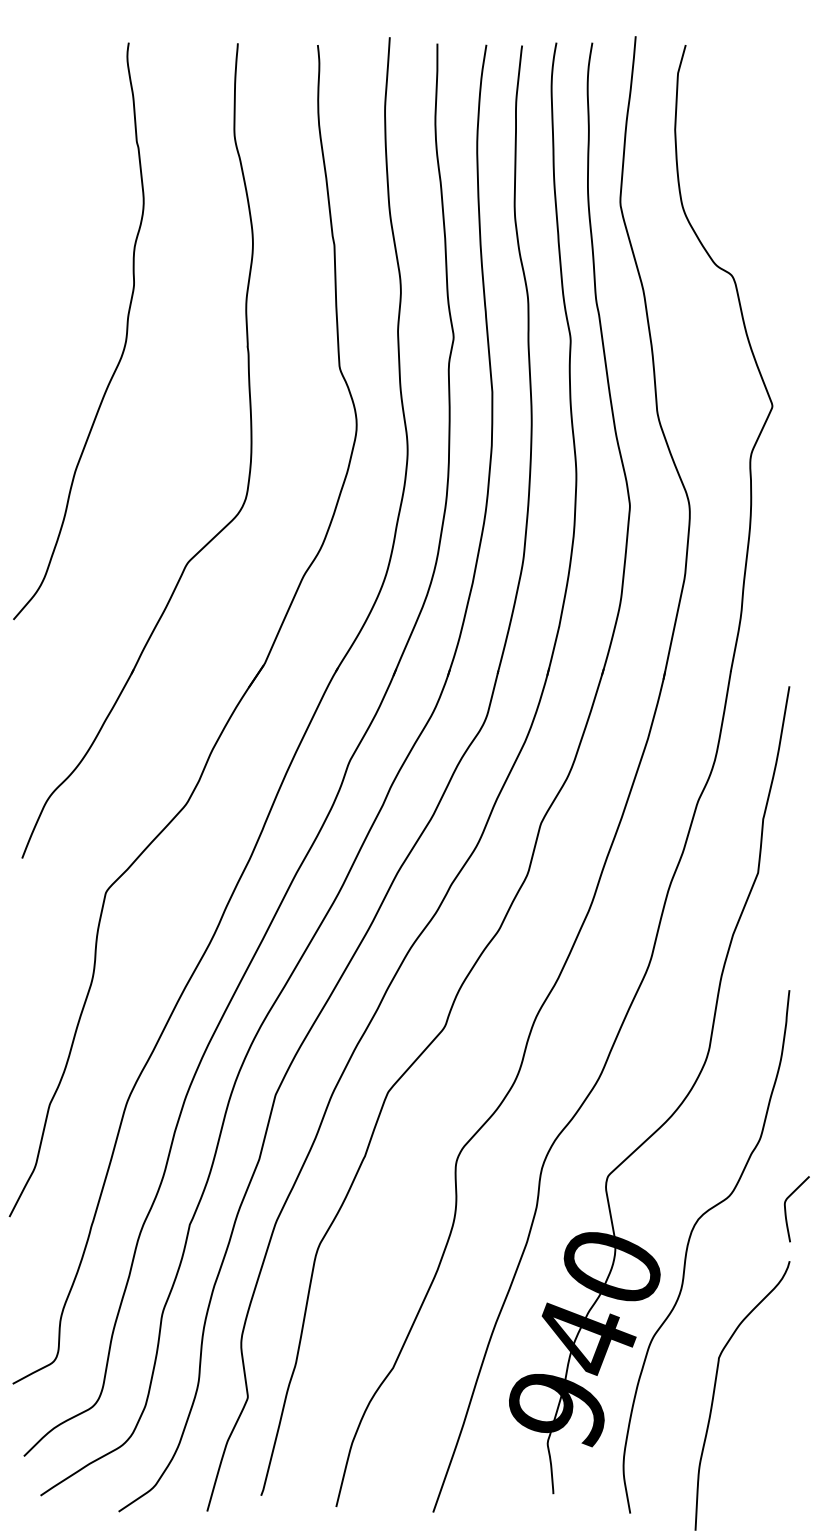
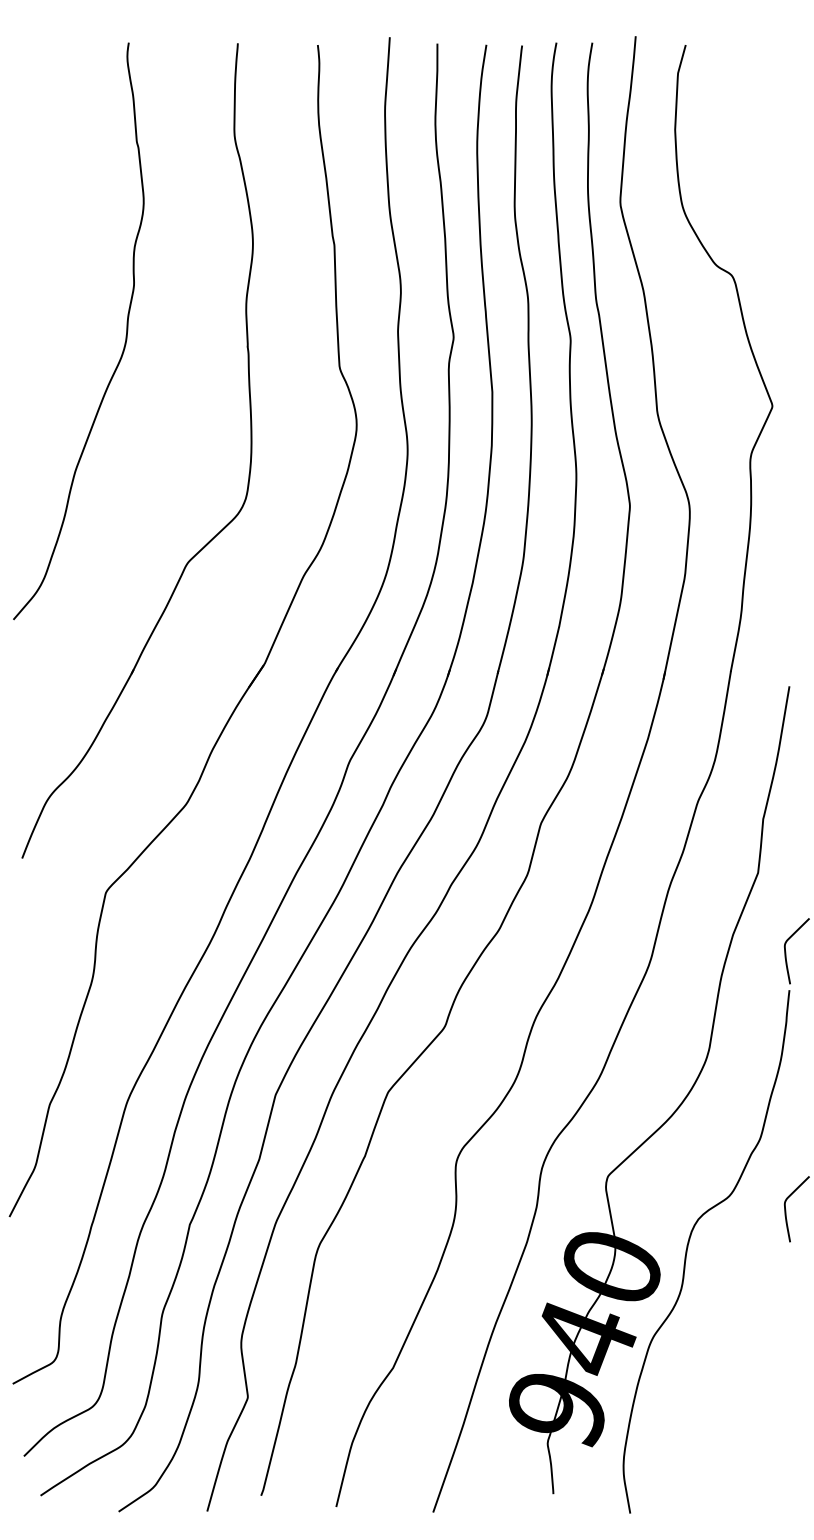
curve at (786, 951): none -> present
curve at (715, 1390): present -> none
